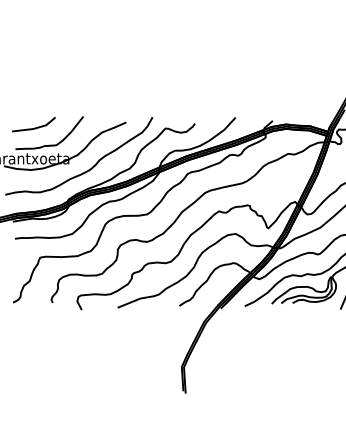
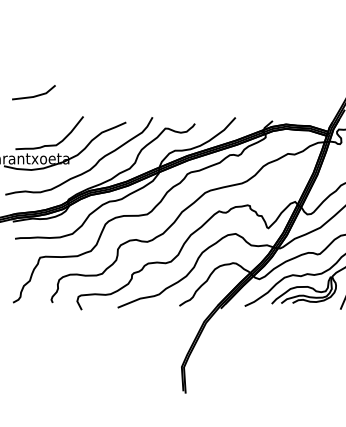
line at (34, 127) position: (34, 127) -> (34, 95)
